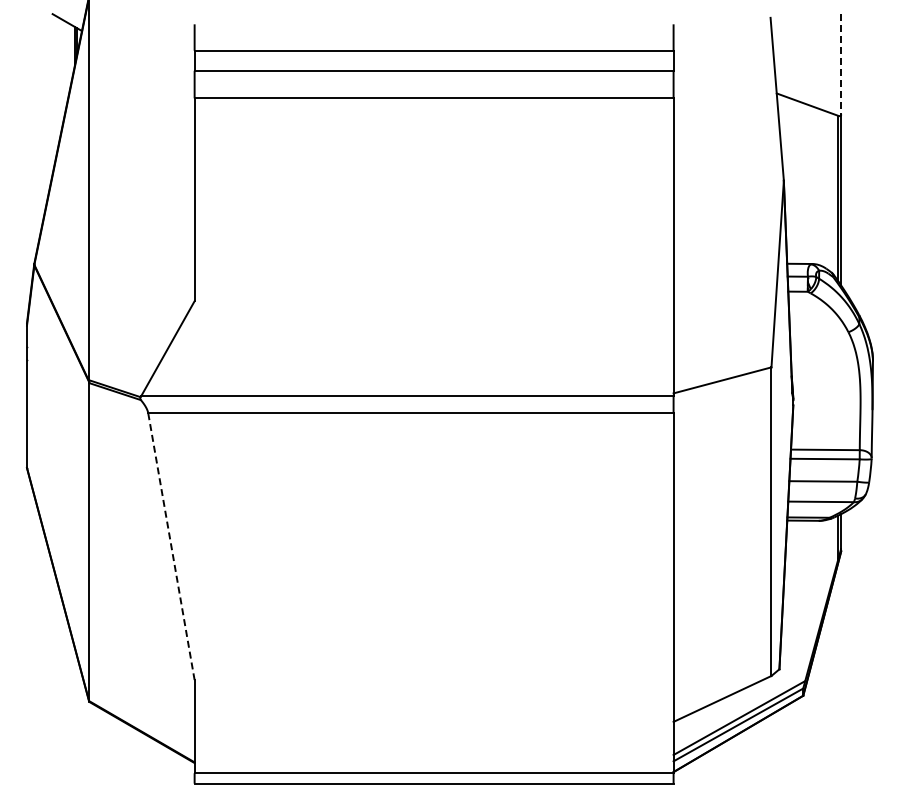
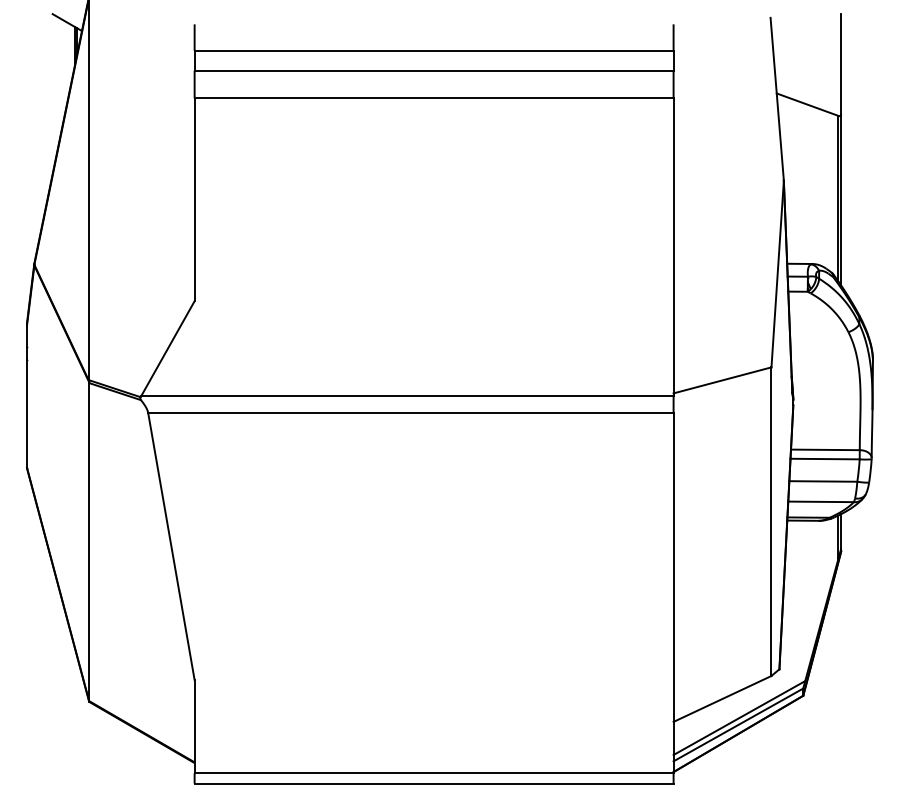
line at (841, 64): dashed -> solid
line at (171, 547): dashed -> solid
